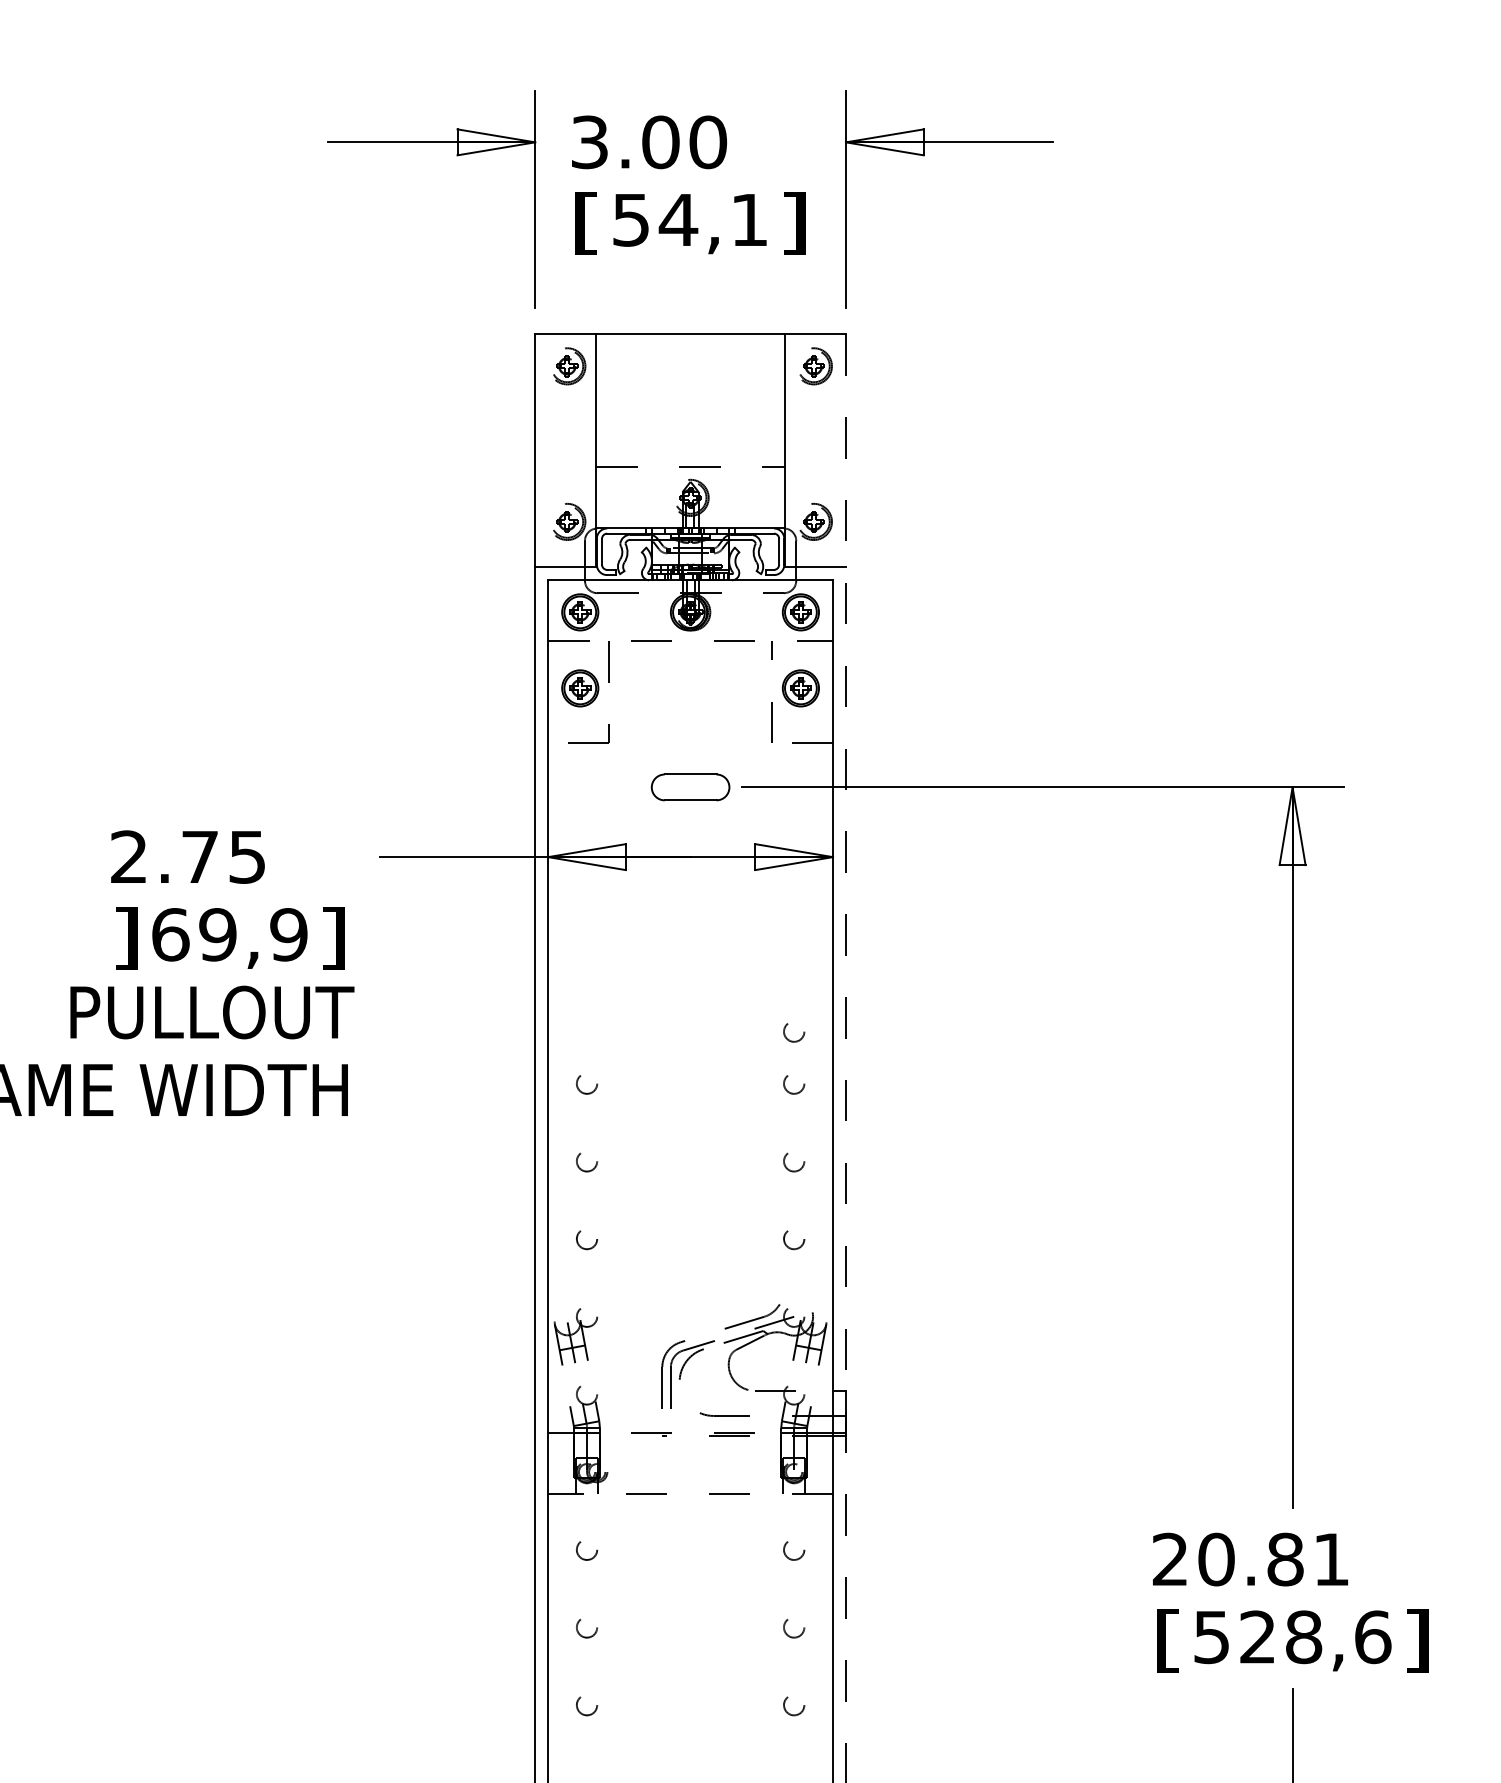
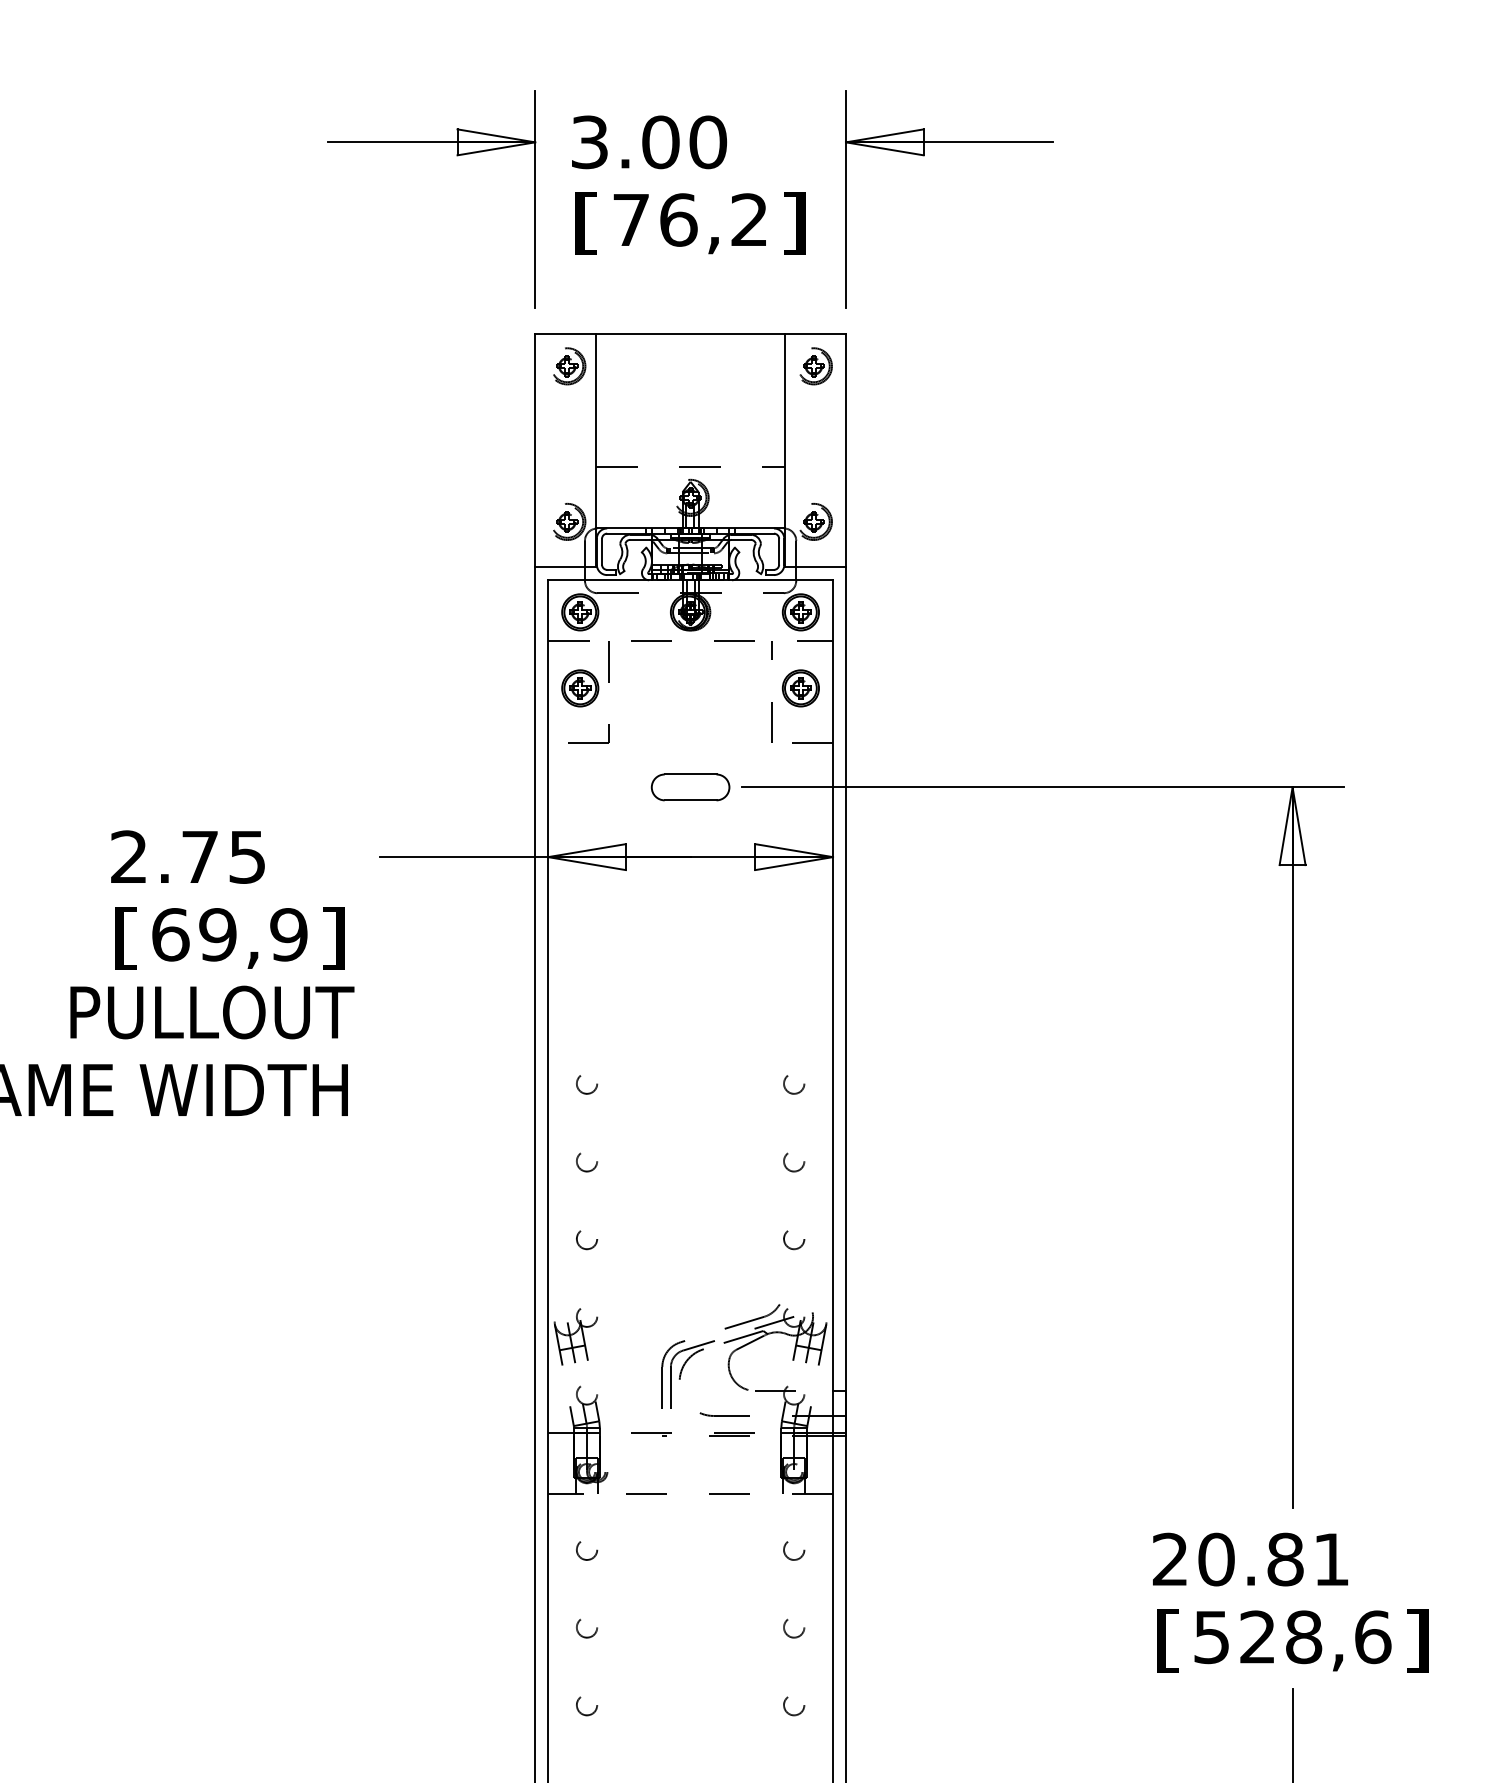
text at (689, 219): 54,1 -> 76,2
text at (126, 938): ] -> [
circle at (794, 1032): present -> none
line at (845, 1058): dashed -> solid
